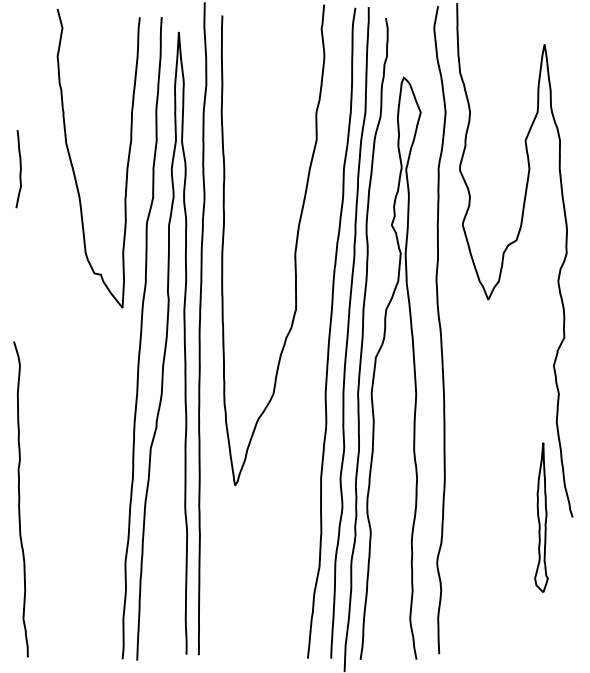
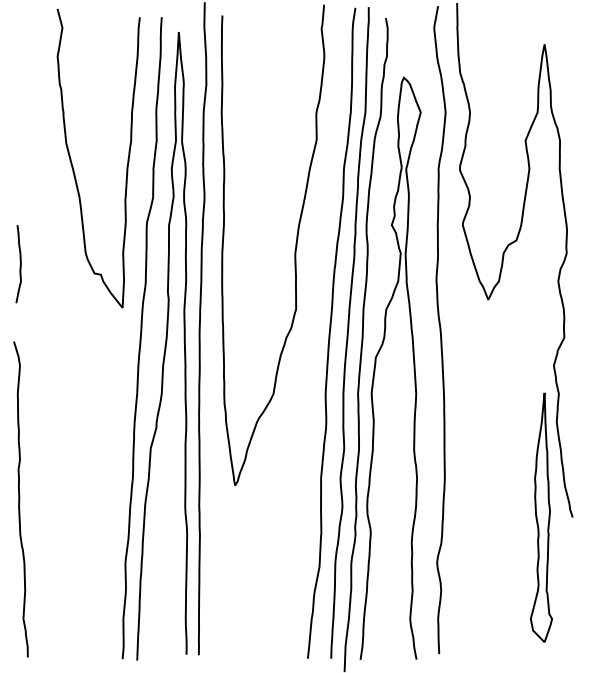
curve at (19, 170) position: (19, 170) -> (19, 265)
part at (541, 517) size: 15x151 px -> 23x251 px
